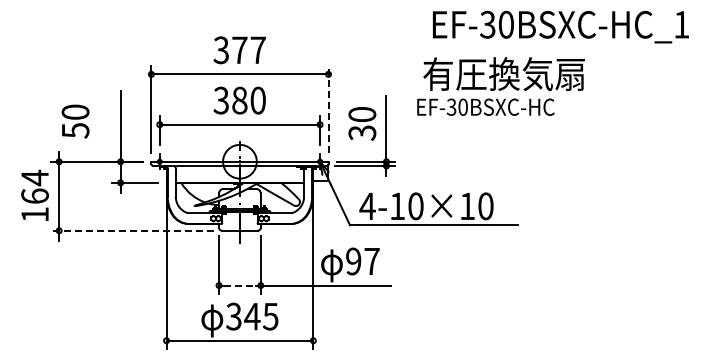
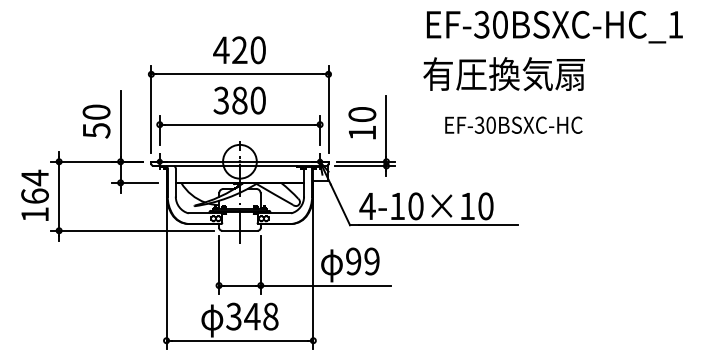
text at (560, 26) position: (560, 26) -> (554, 26)
text at (239, 50): 377 -> 420
text at (485, 106) position: (485, 106) -> (513, 124)
line at (328, 109): dashed -> solid
text at (75, 121) position: (75, 121) -> (96, 121)
text at (362, 132): 30 -> 10
line at (132, 230): dashed -> solid
text at (371, 261): 97 -> 99
line at (239, 285): dashed -> solid
text at (270, 316): 345 -> 348
